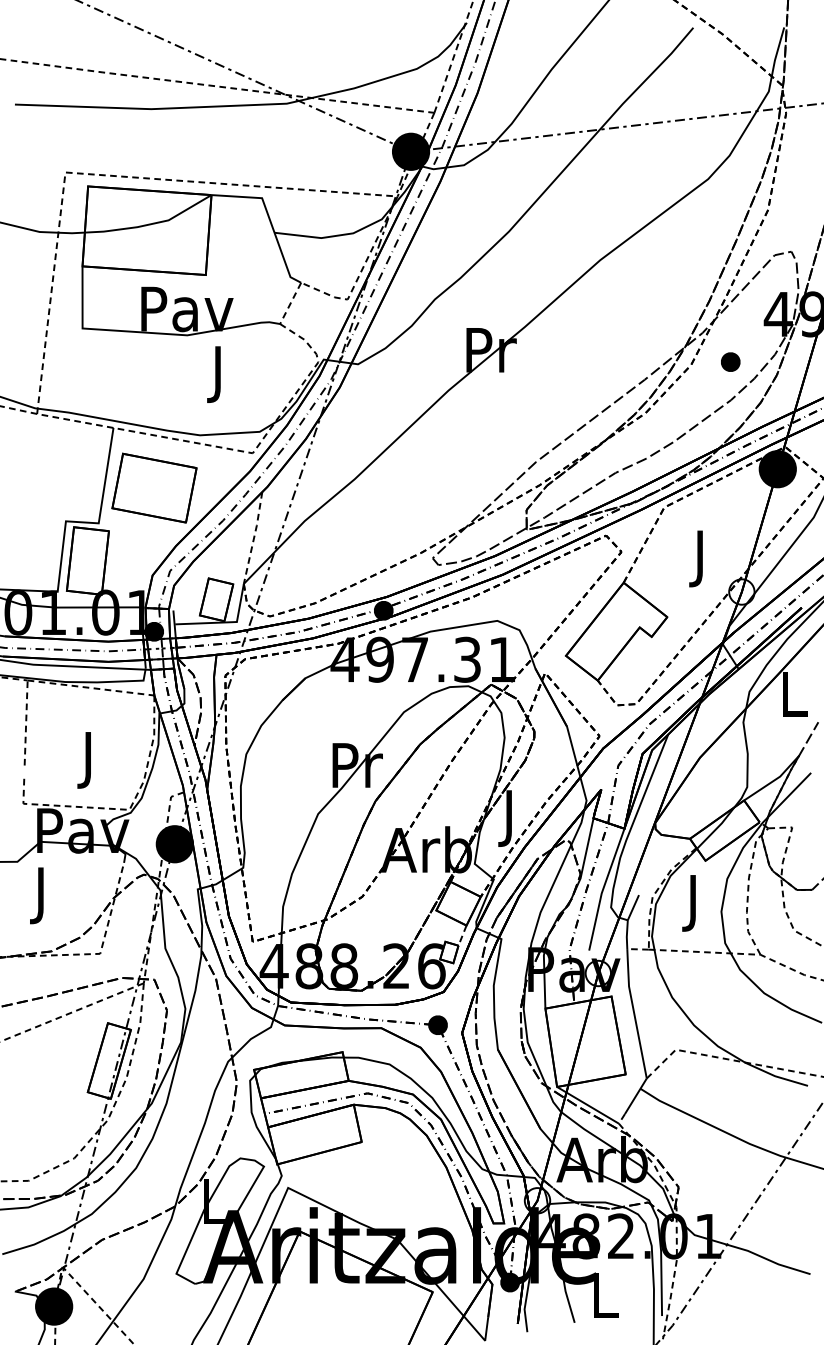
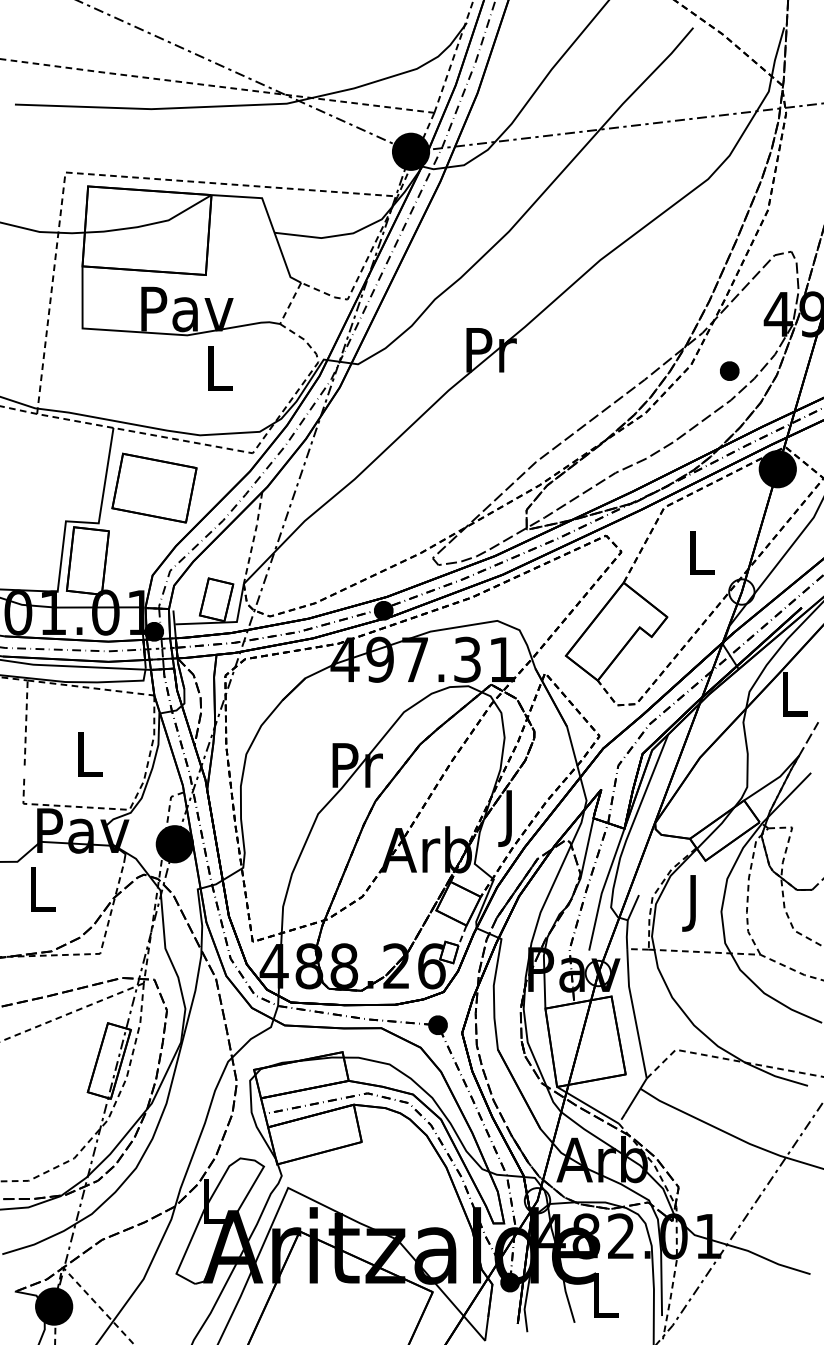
part at (730, 361) position: (730, 361) -> (729, 370)
text at (219, 374): J -> L
text at (701, 558): J -> L
text at (89, 760): J -> L
text at (42, 895): J -> L
